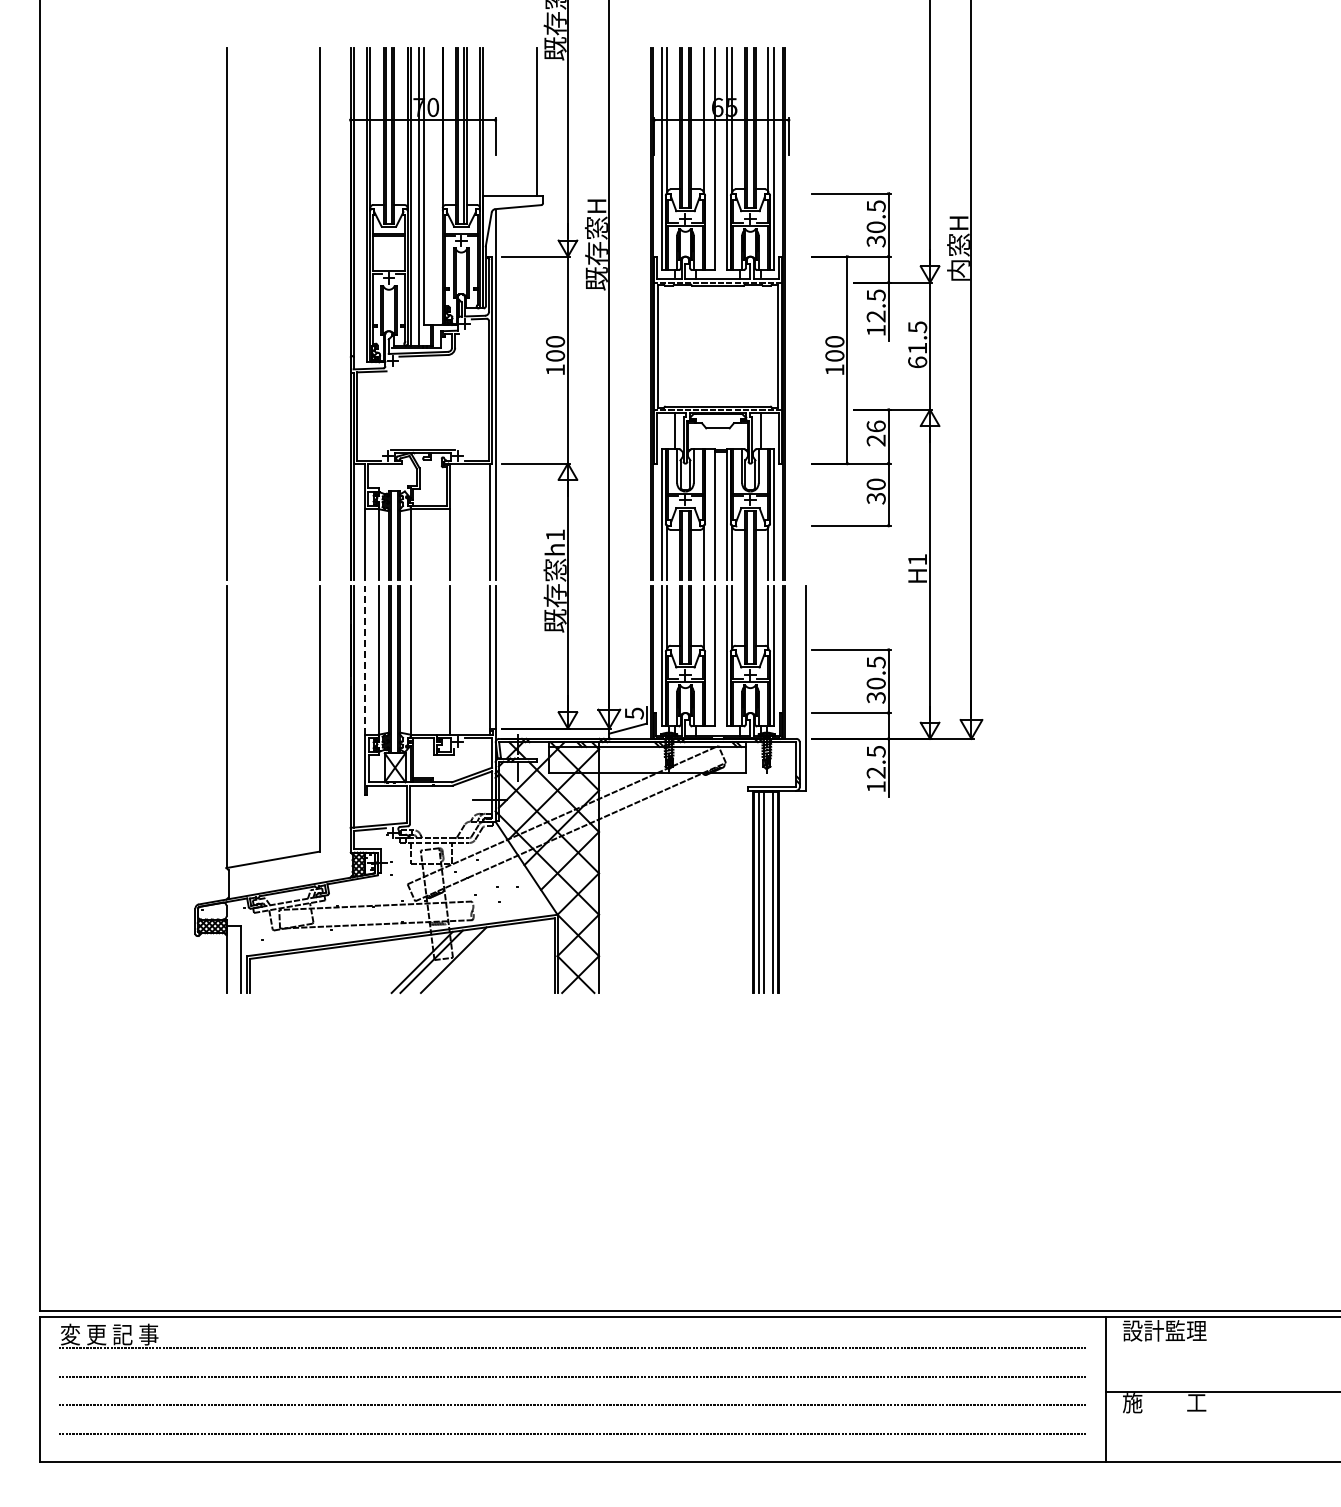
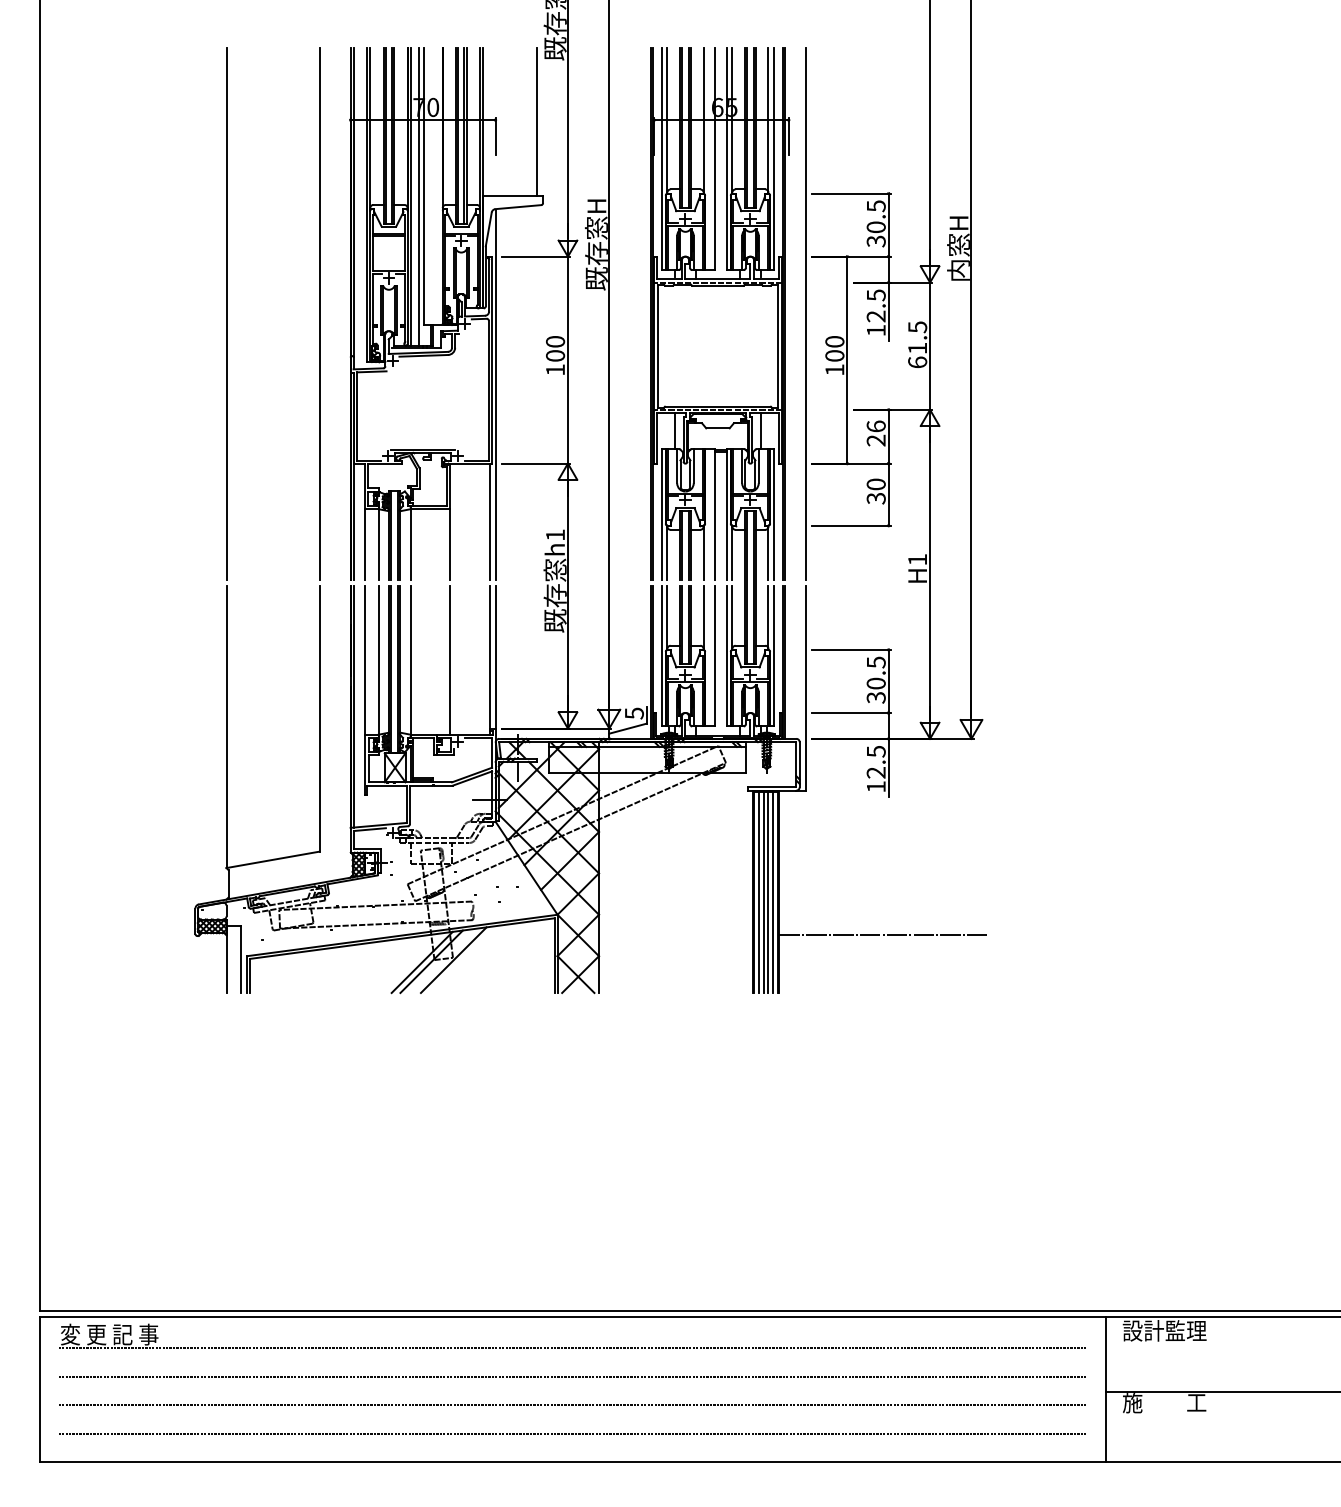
line at (805, 313): none -> present
line at (365, 660): dashed -> solid
line at (768, 892): none -> present
line at (883, 935): none -> present
